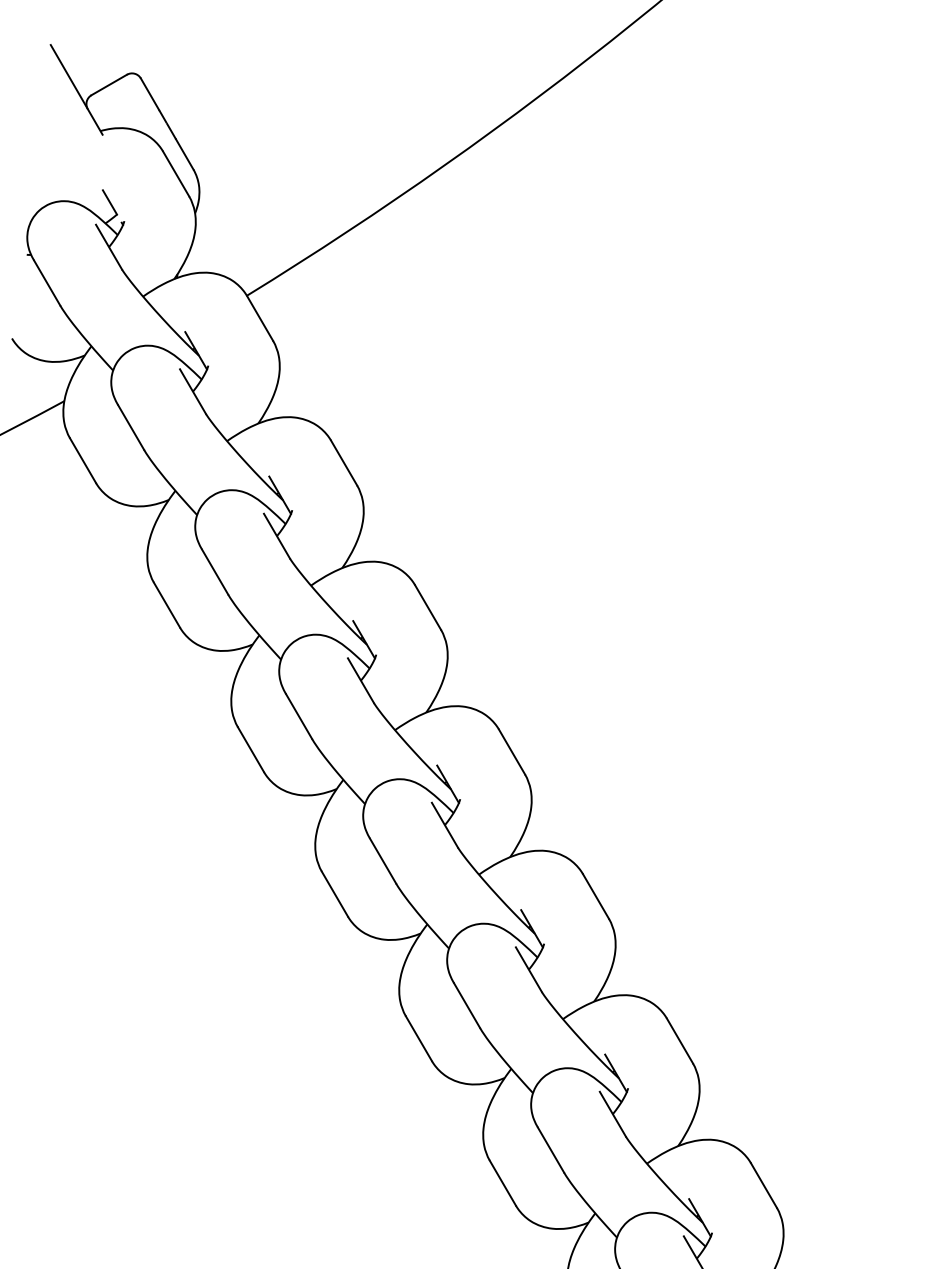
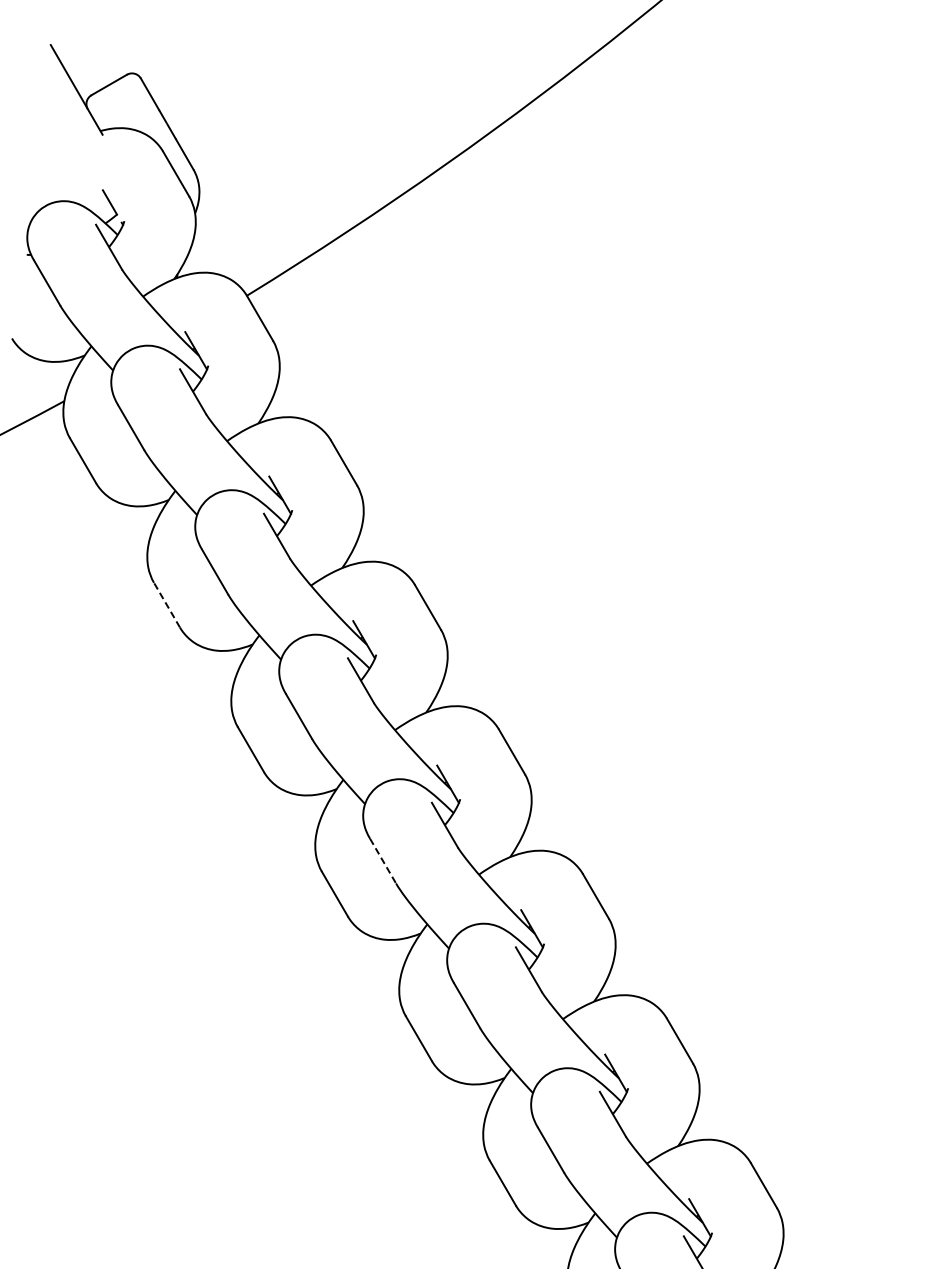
line at (166, 605): solid -> dashed
line at (383, 861): solid -> dashed
